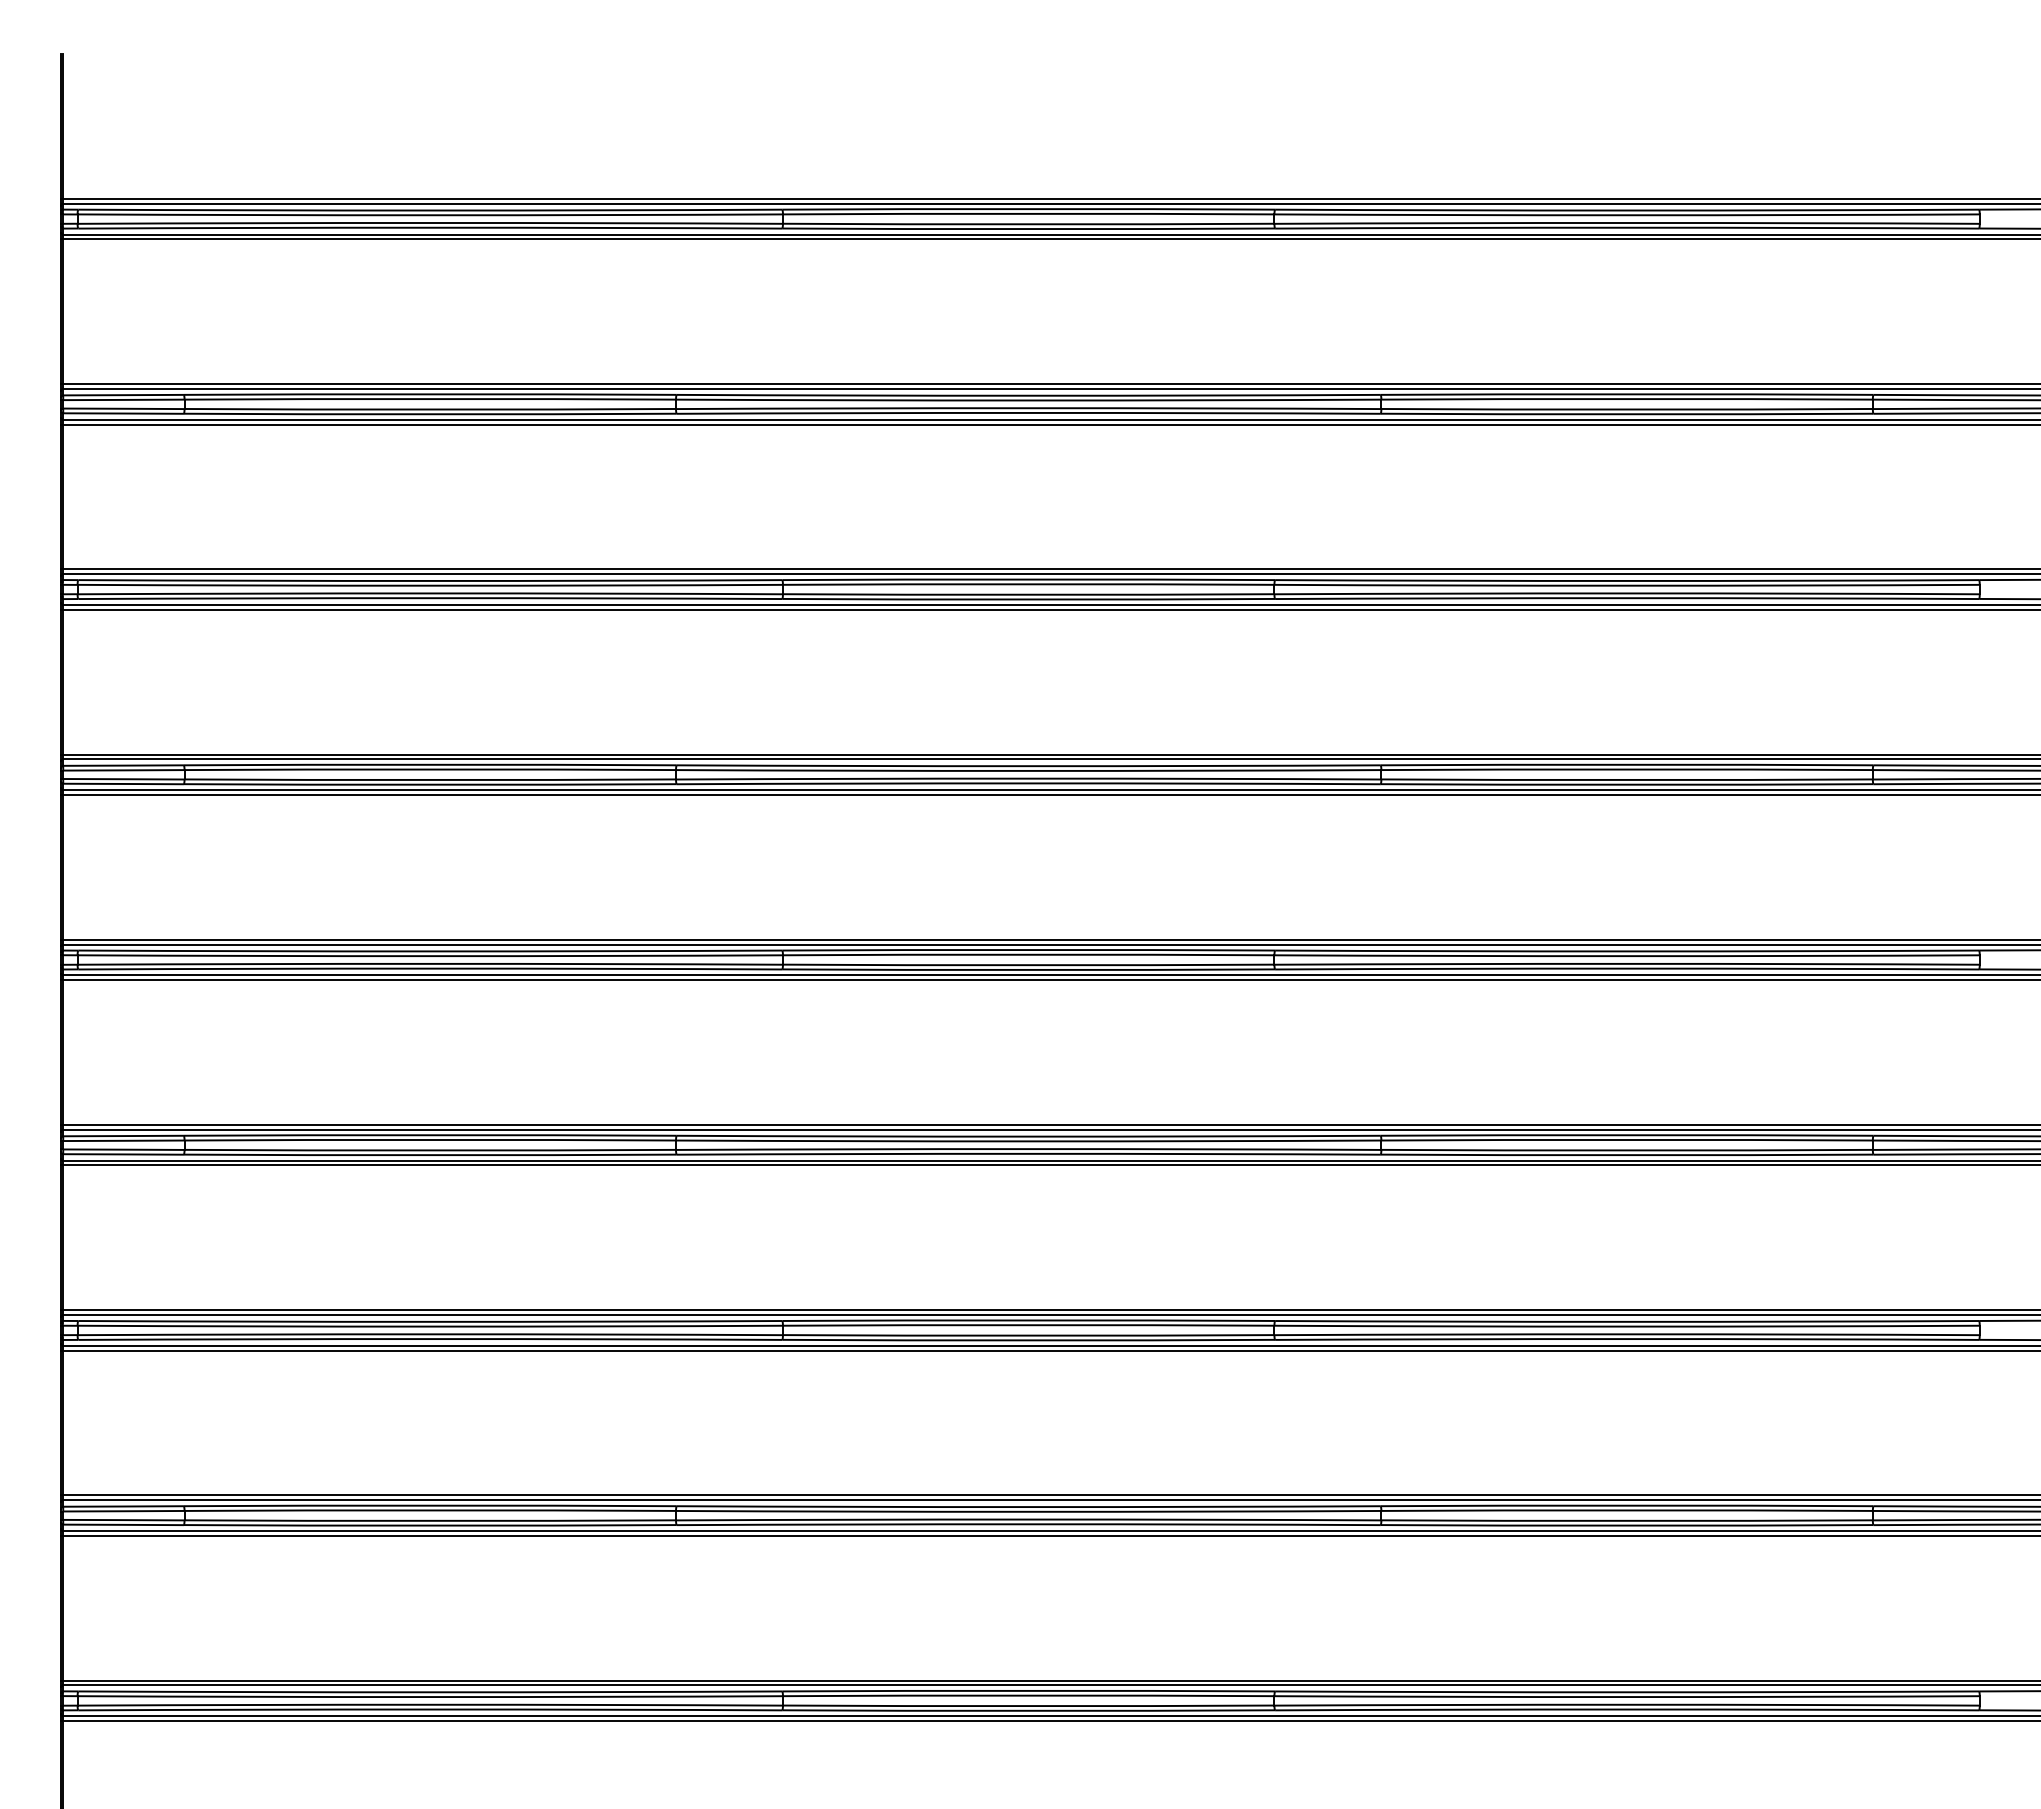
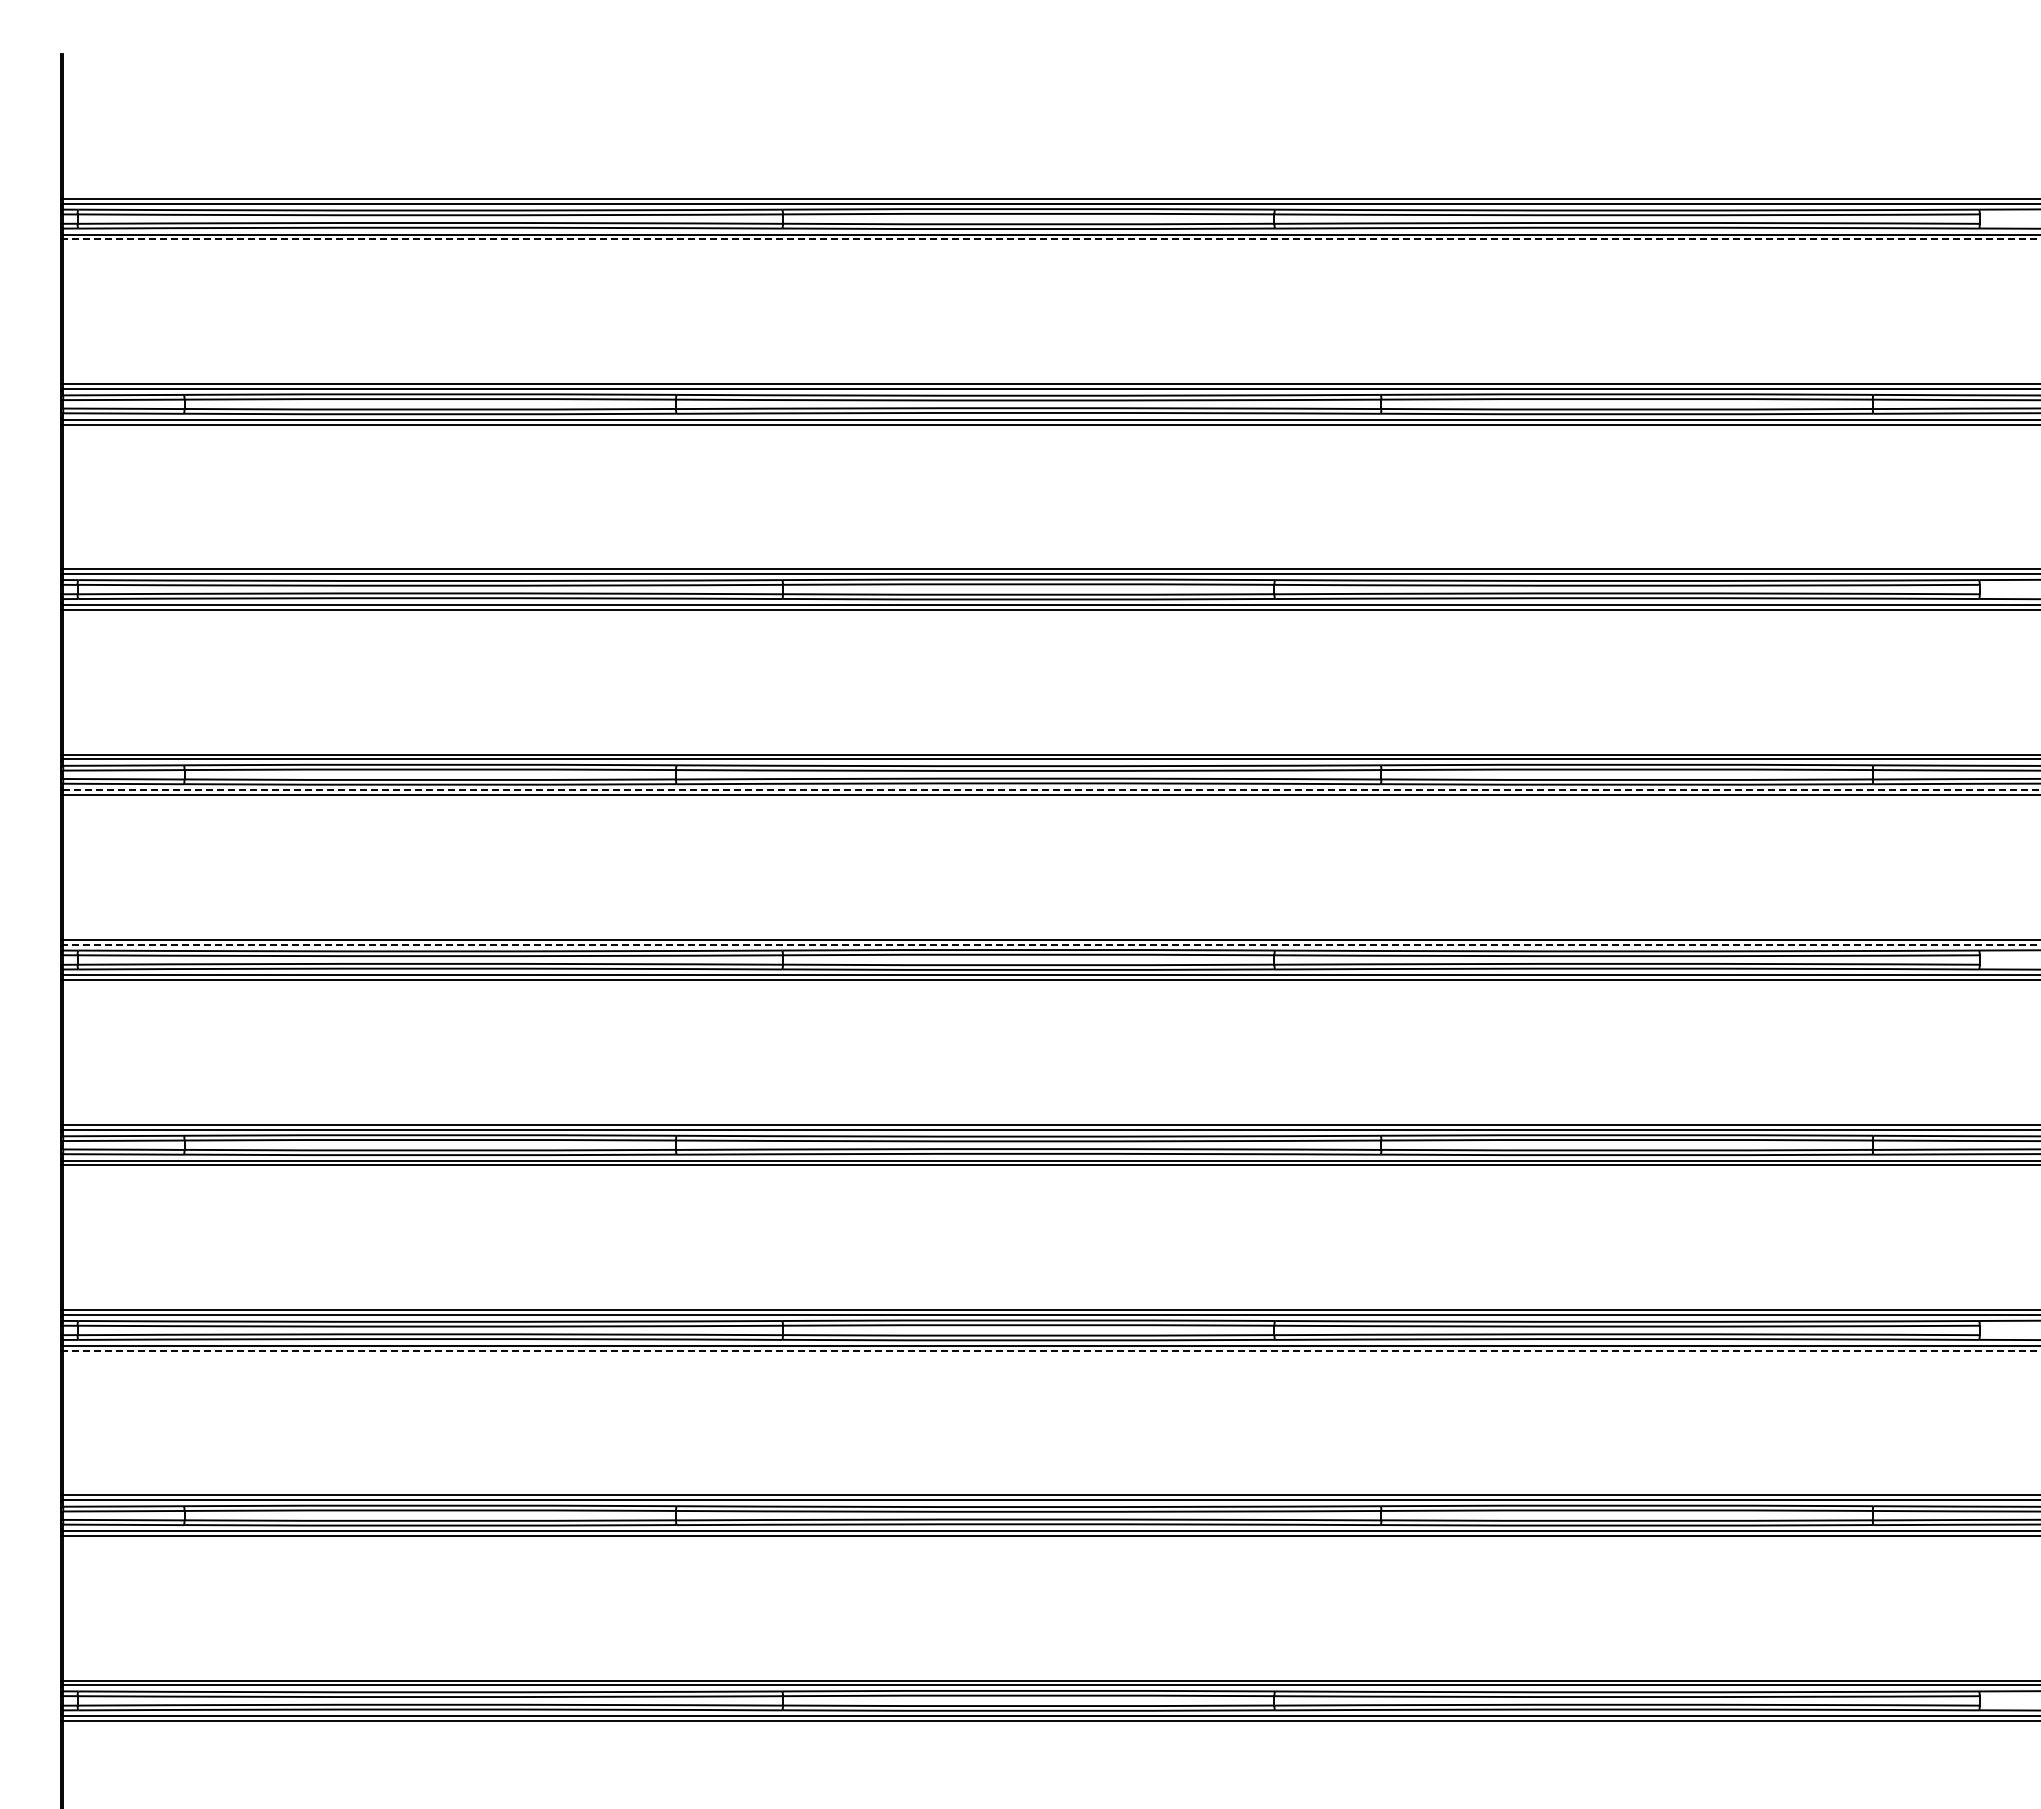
line at (1051, 239): solid -> dashed
line at (1052, 790): solid -> dashed
line at (1051, 944): solid -> dashed
line at (1051, 1350): solid -> dashed
